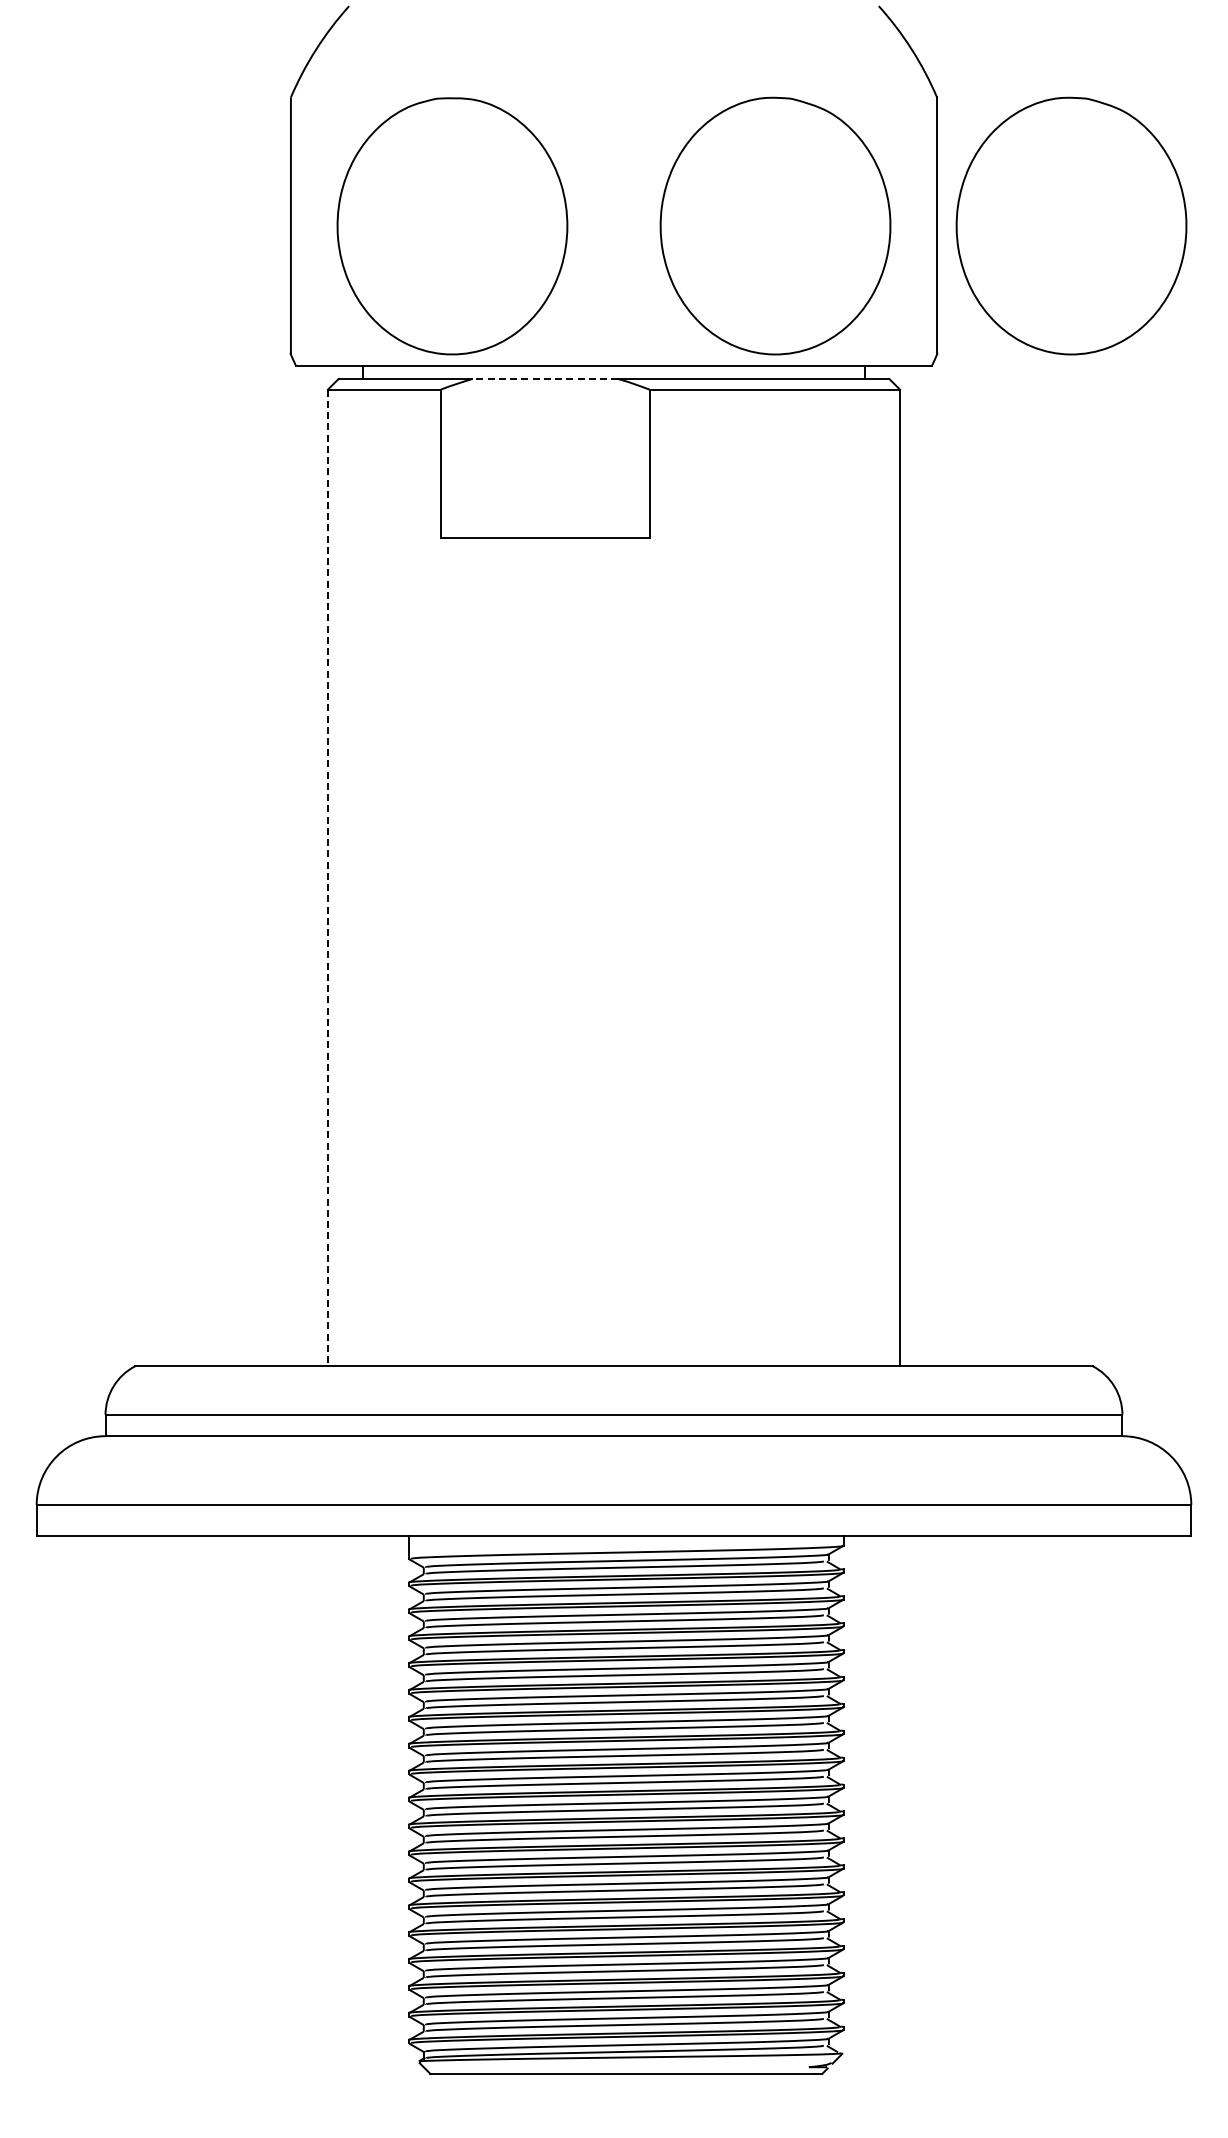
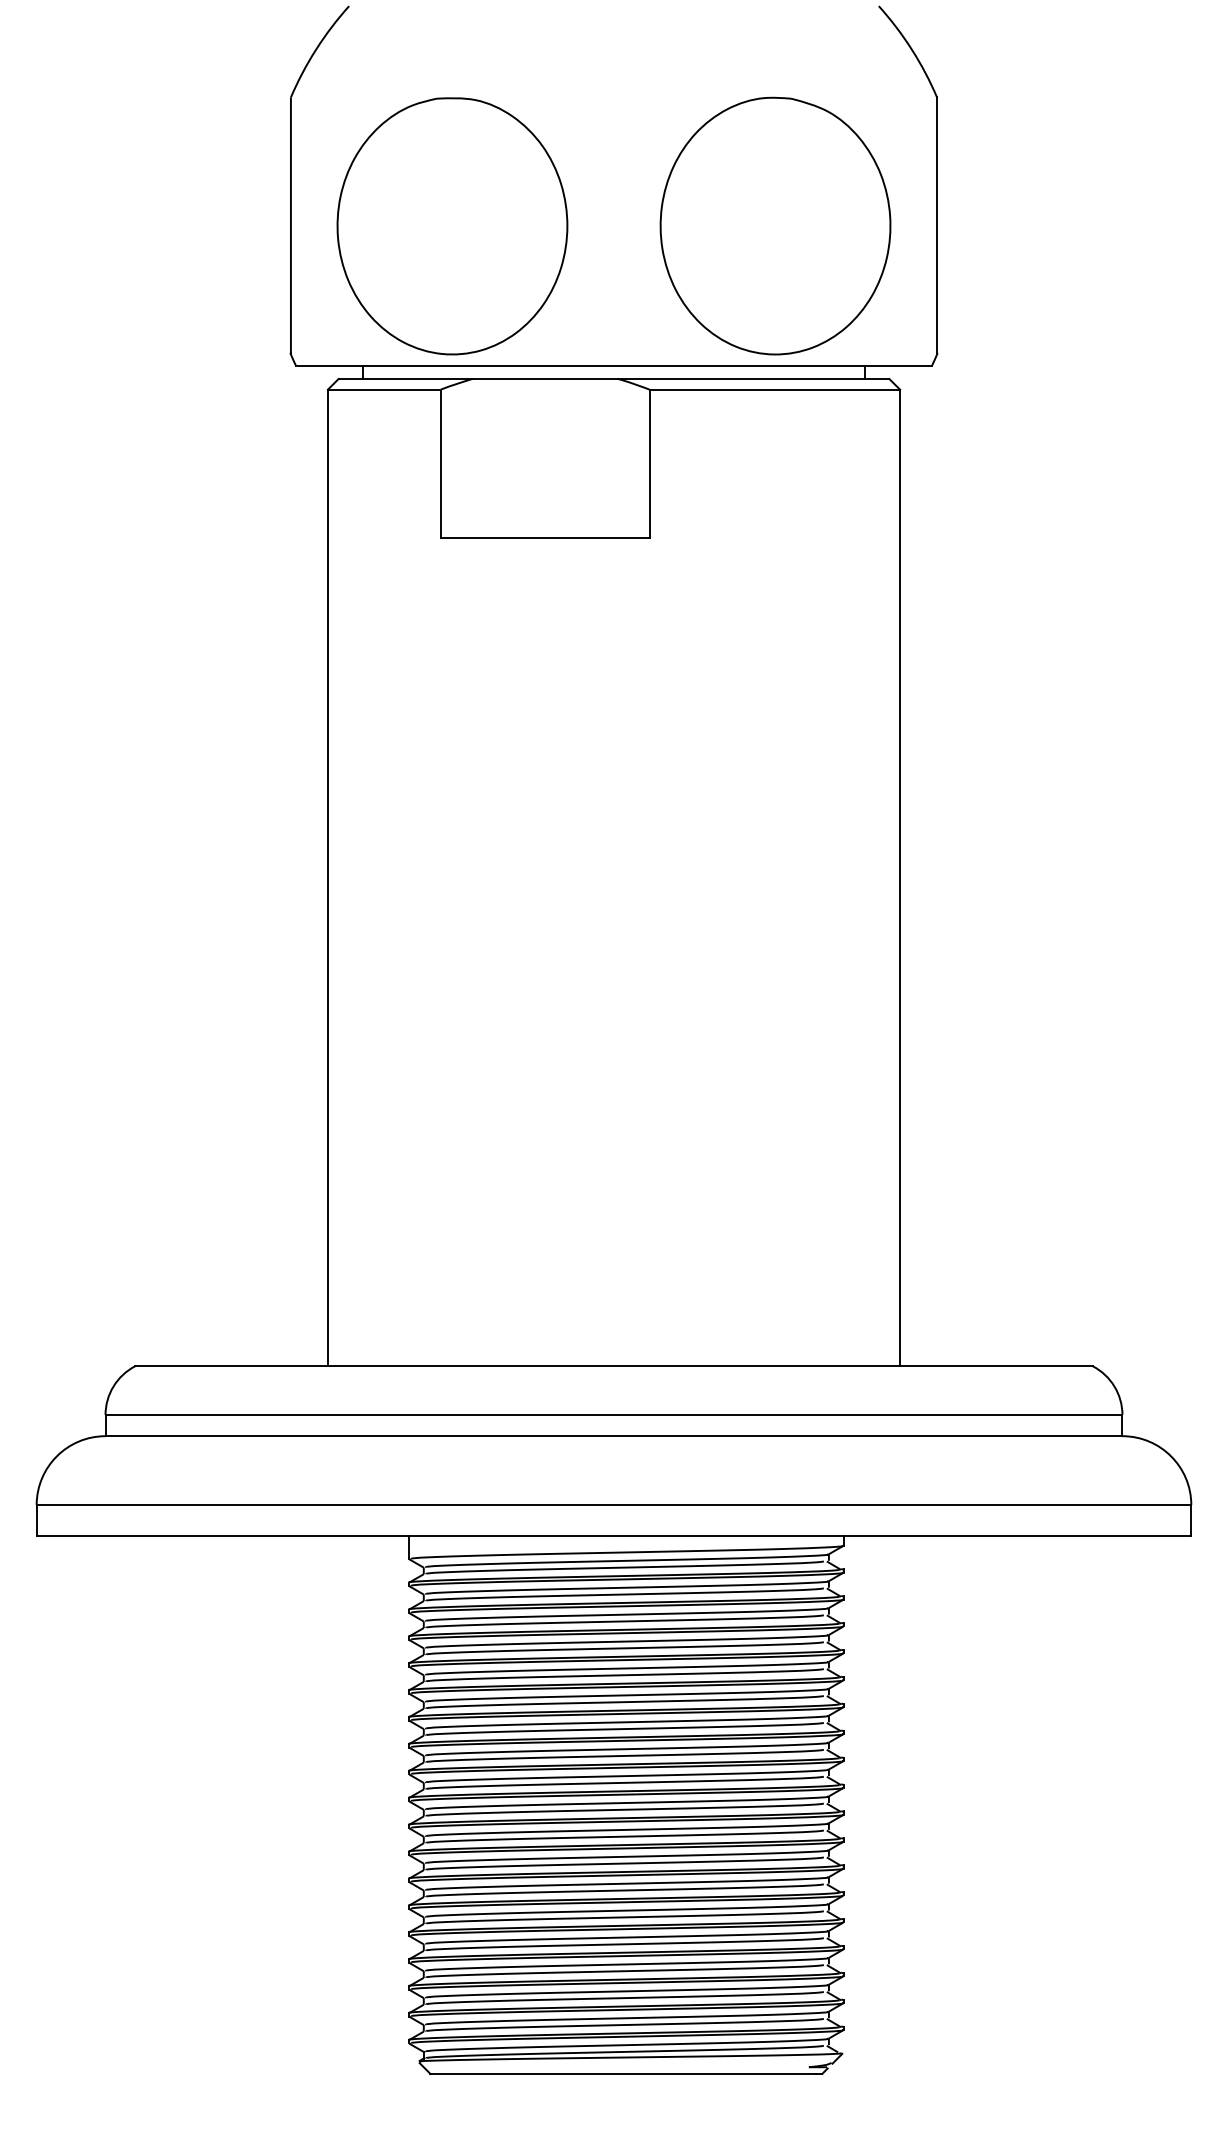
part at (1071, 225): present -> none
line at (544, 379): dashed -> solid
line at (327, 878): dashed -> solid
